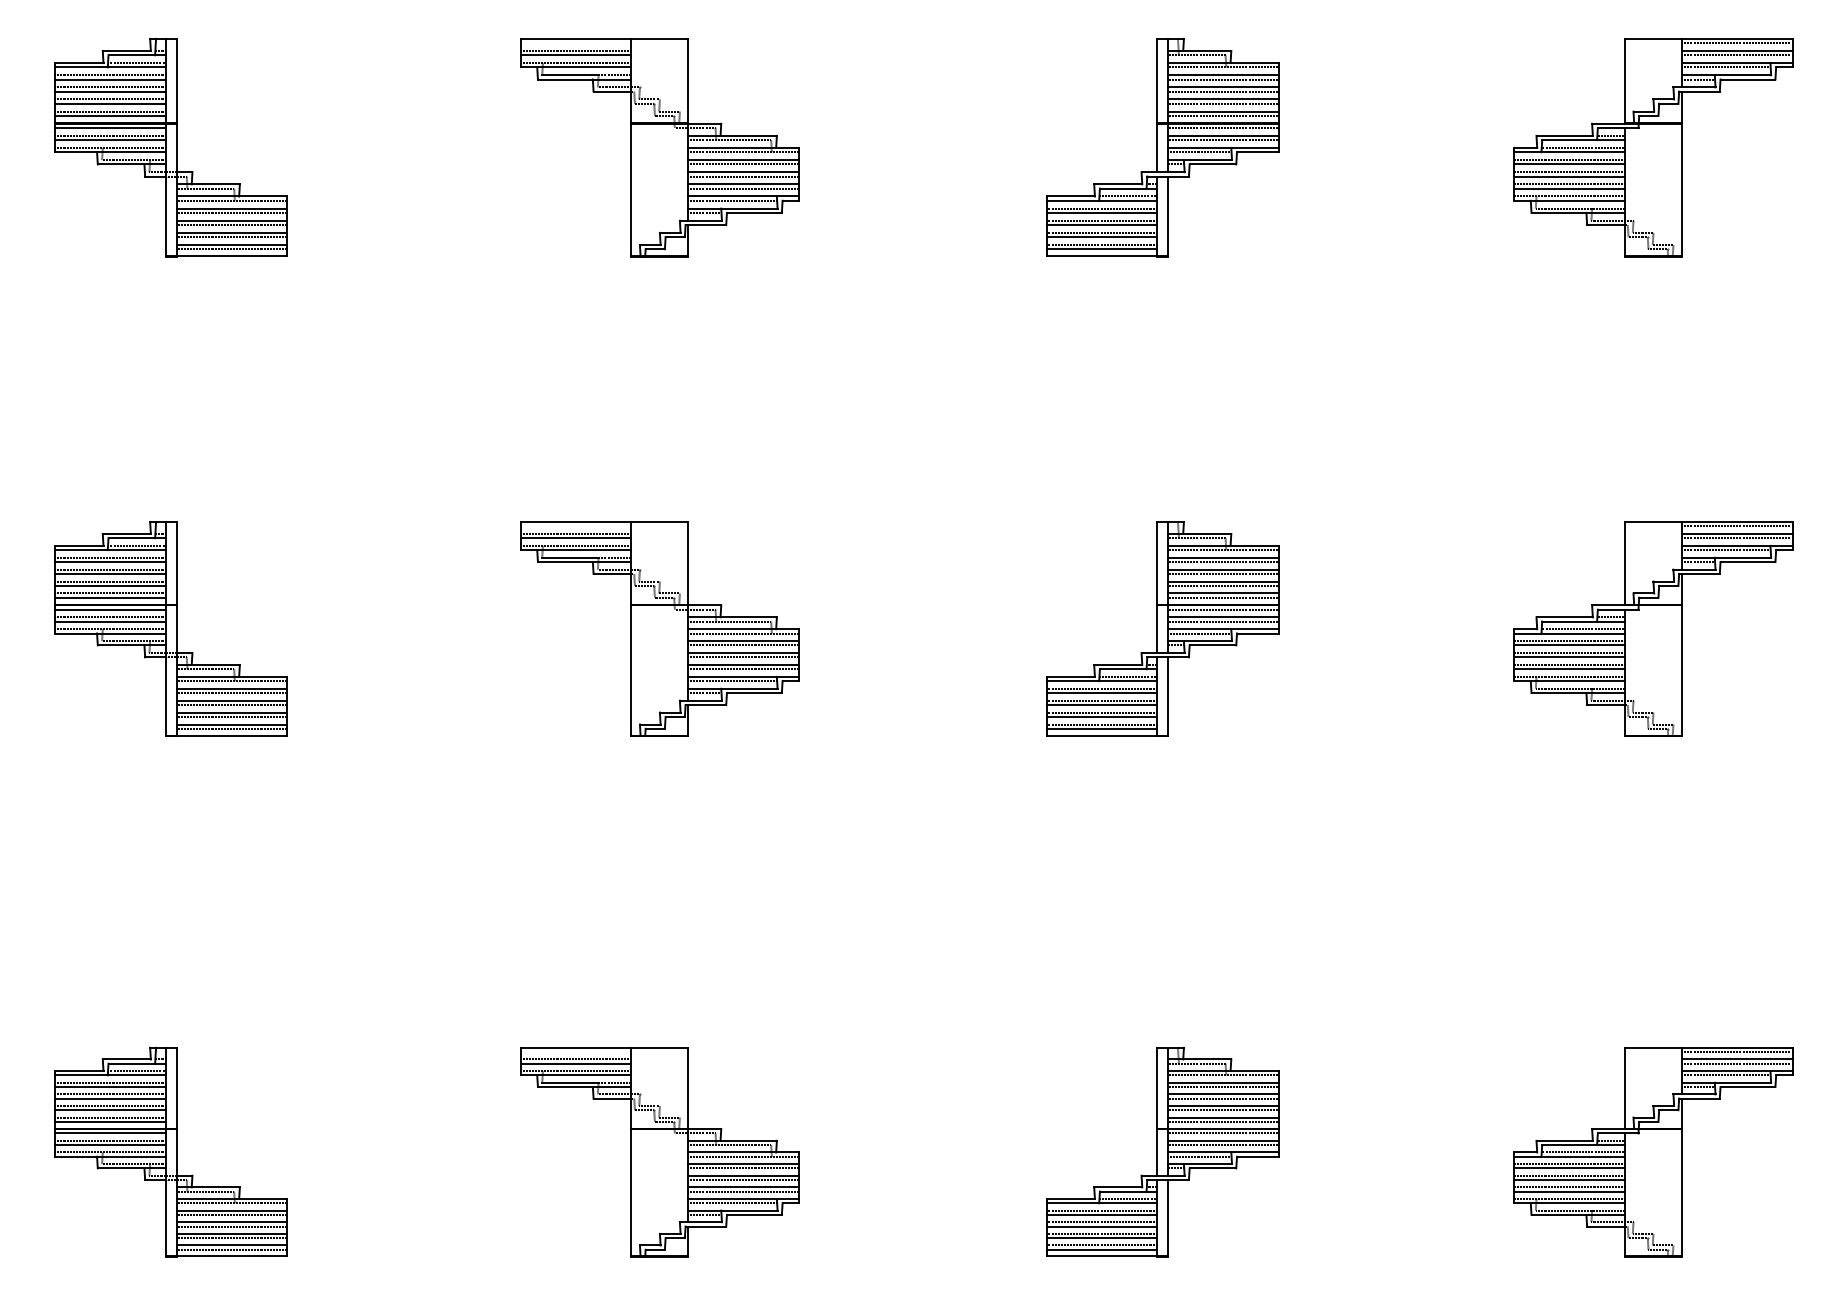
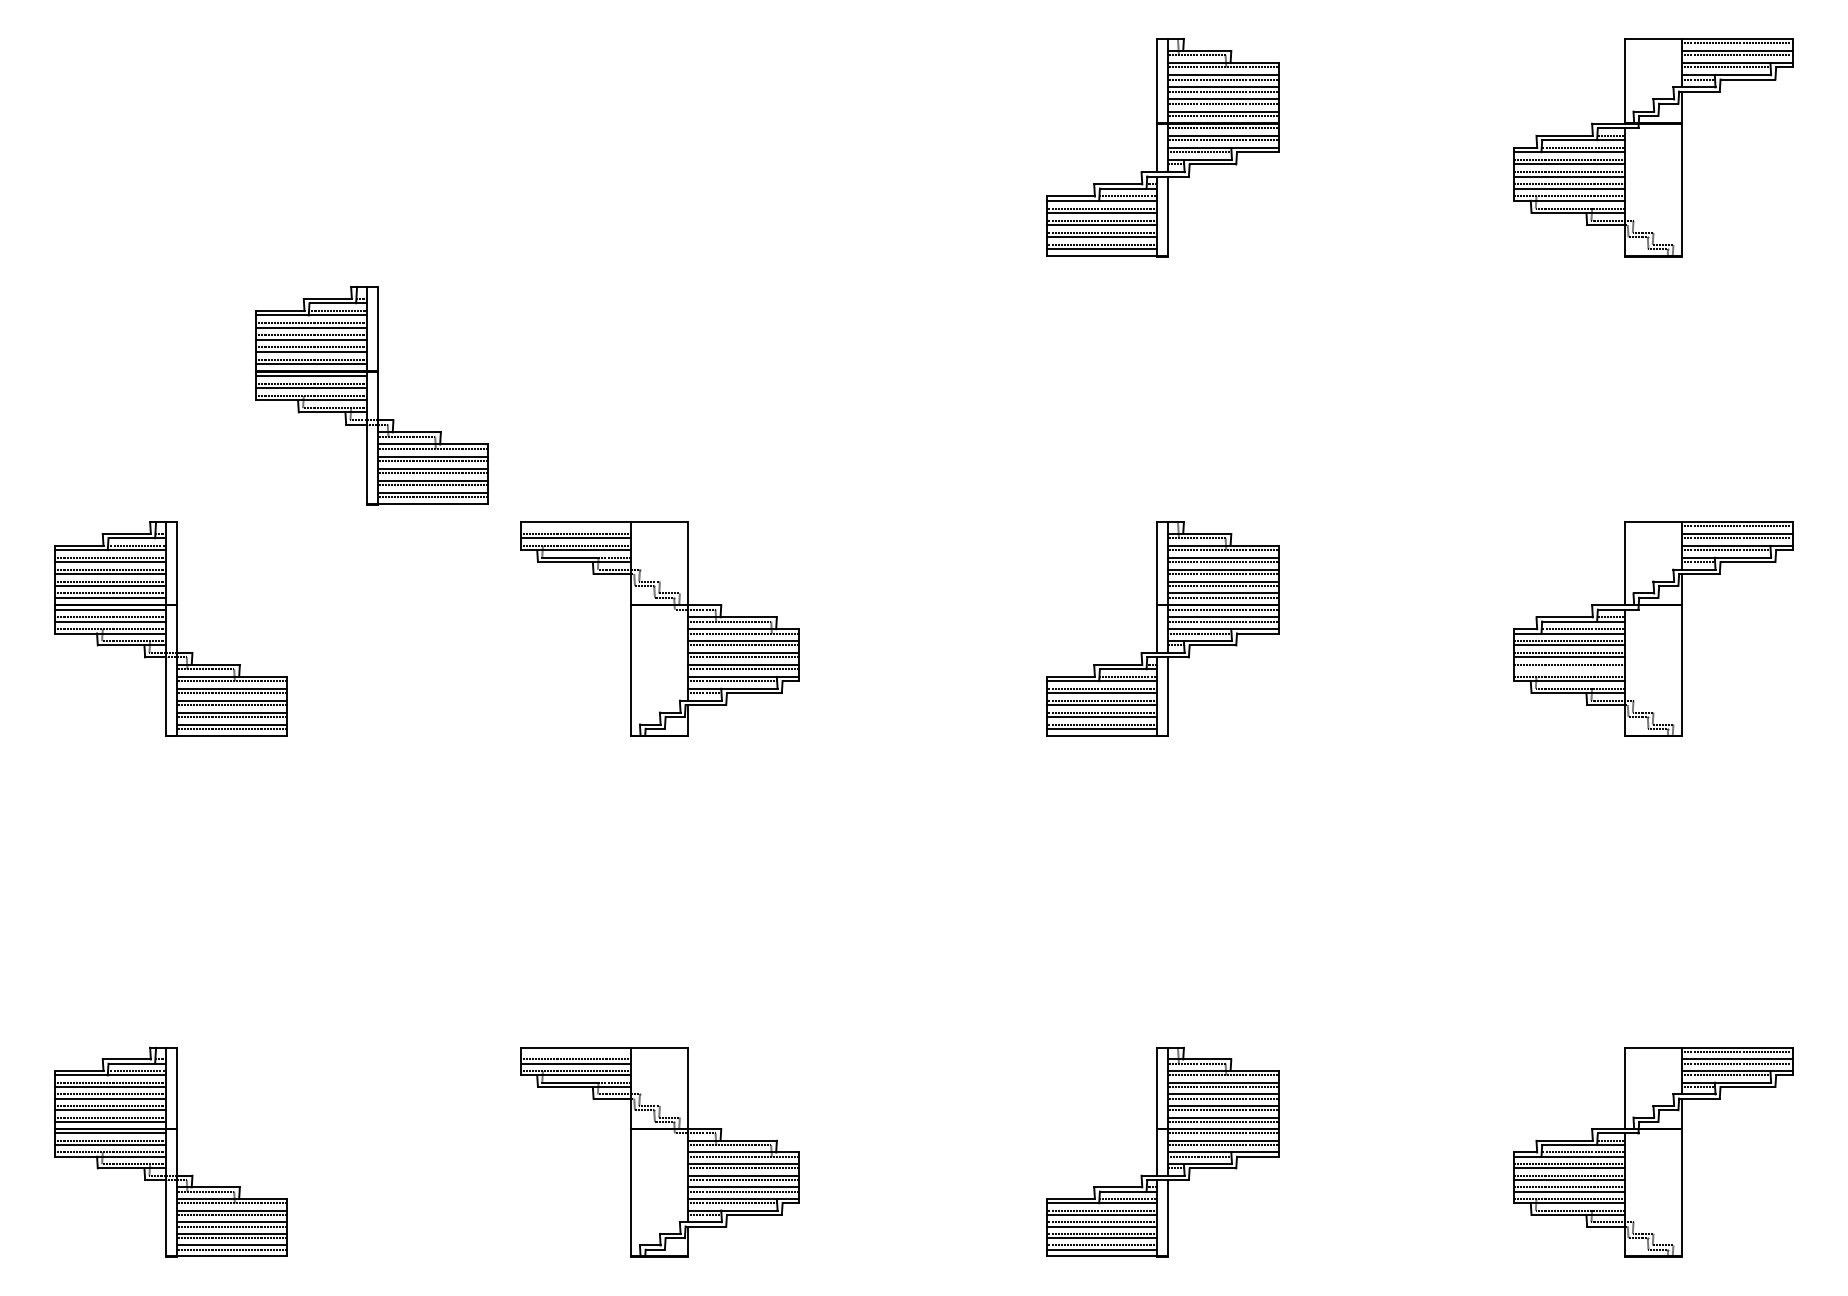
part at (170, 147) position: (170, 147) -> (371, 395)
part at (659, 147): present -> none
line at (1569, 669): present -> none
